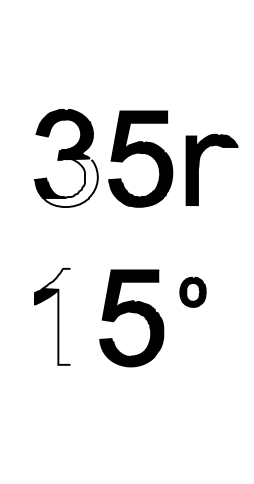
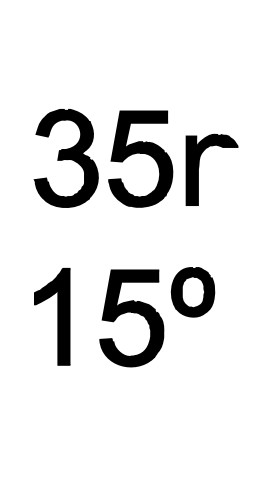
fill at (70, 182): none -> present
part at (192, 291) size: 28x32 px -> 46x51 px
fill at (56, 316): none -> present
